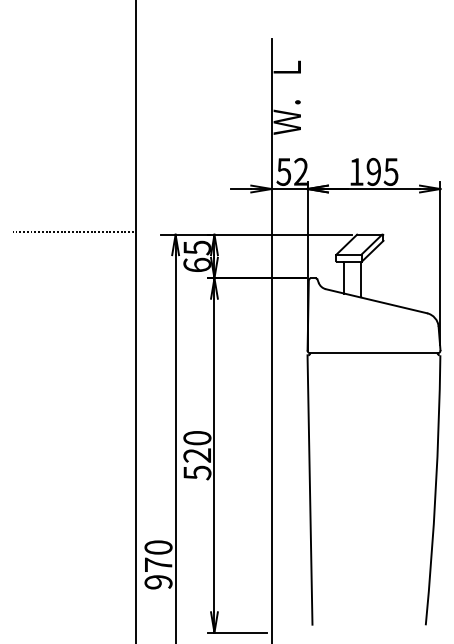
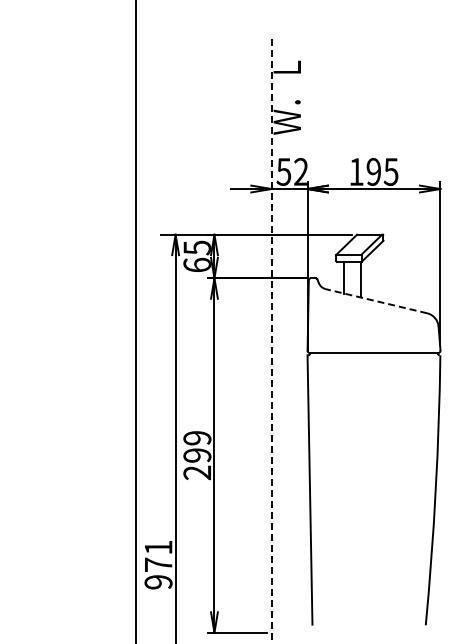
line at (74, 231): present -> none
line at (376, 301): solid -> dashed
line at (271, 341): solid -> dashed
text at (197, 455): 520 -> 299
text at (158, 547): 970 -> 971
